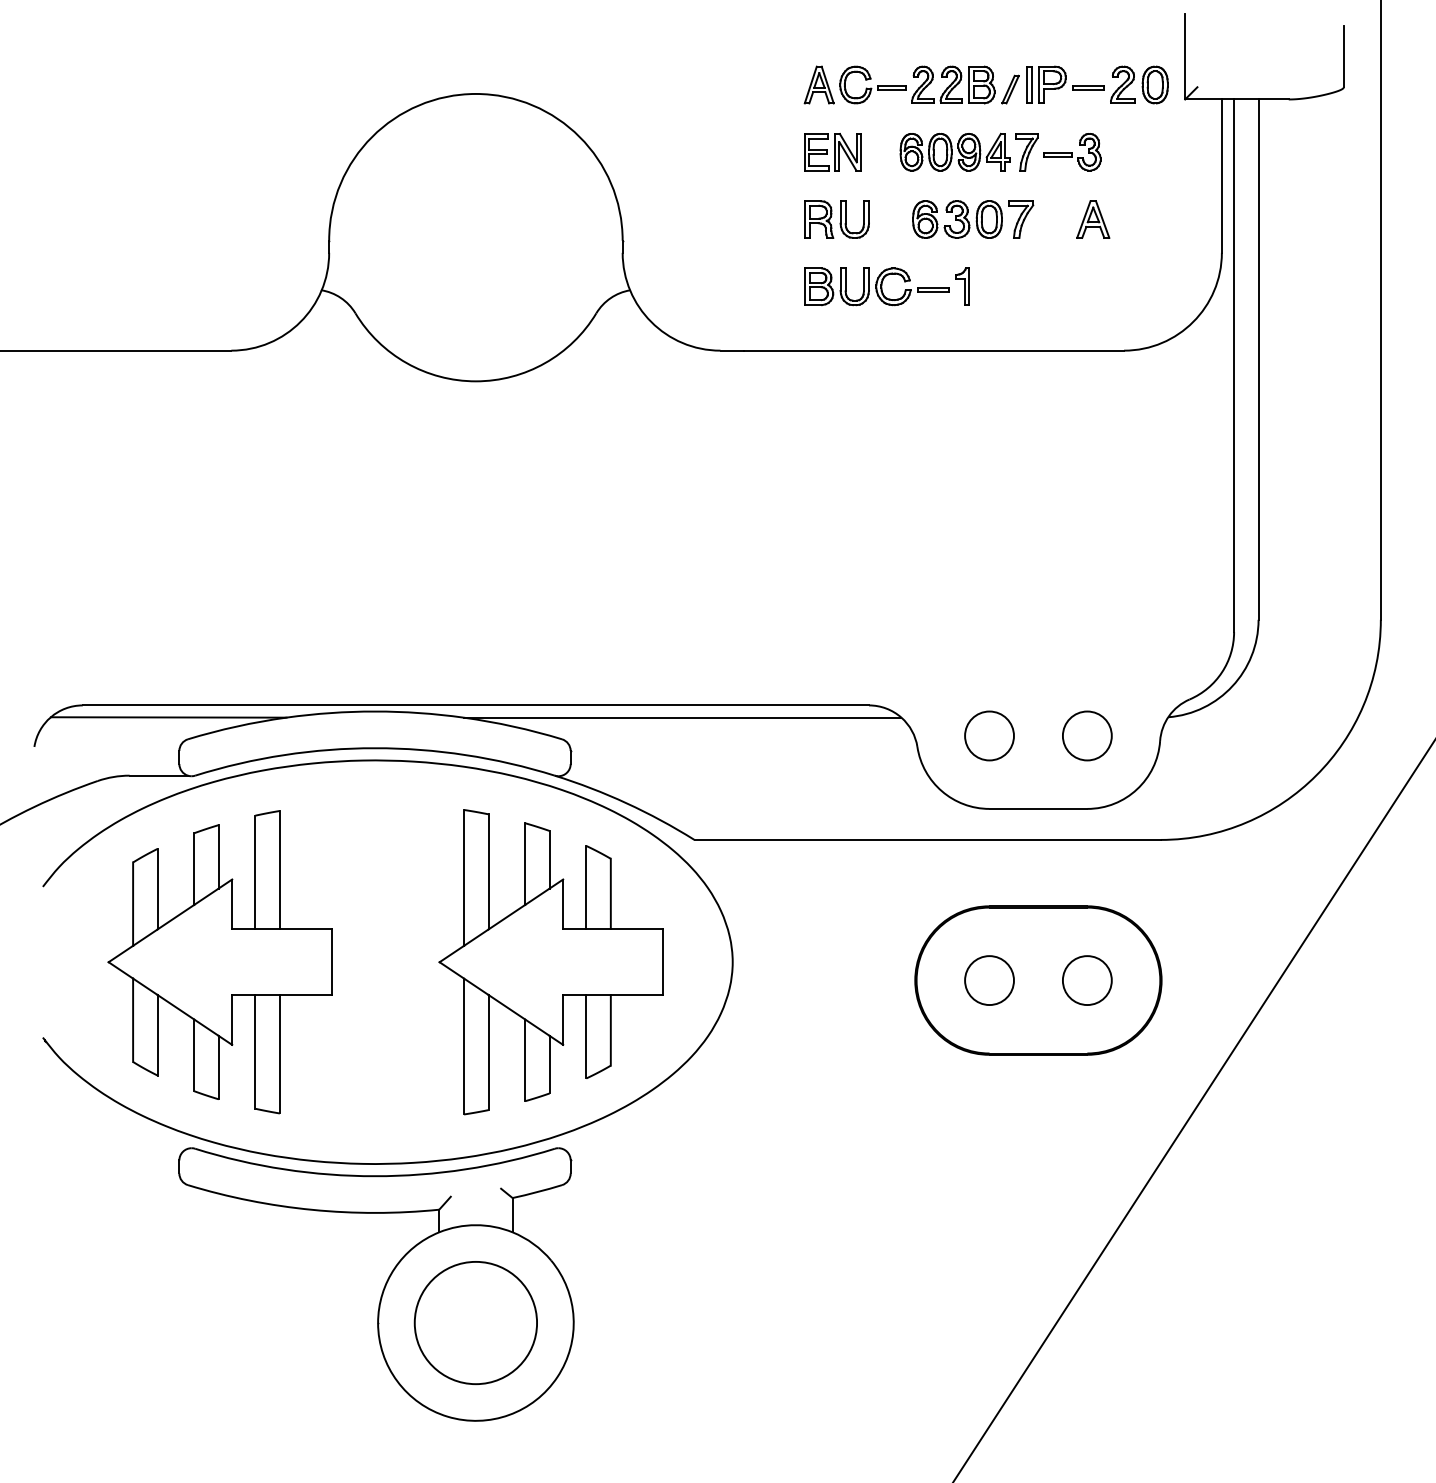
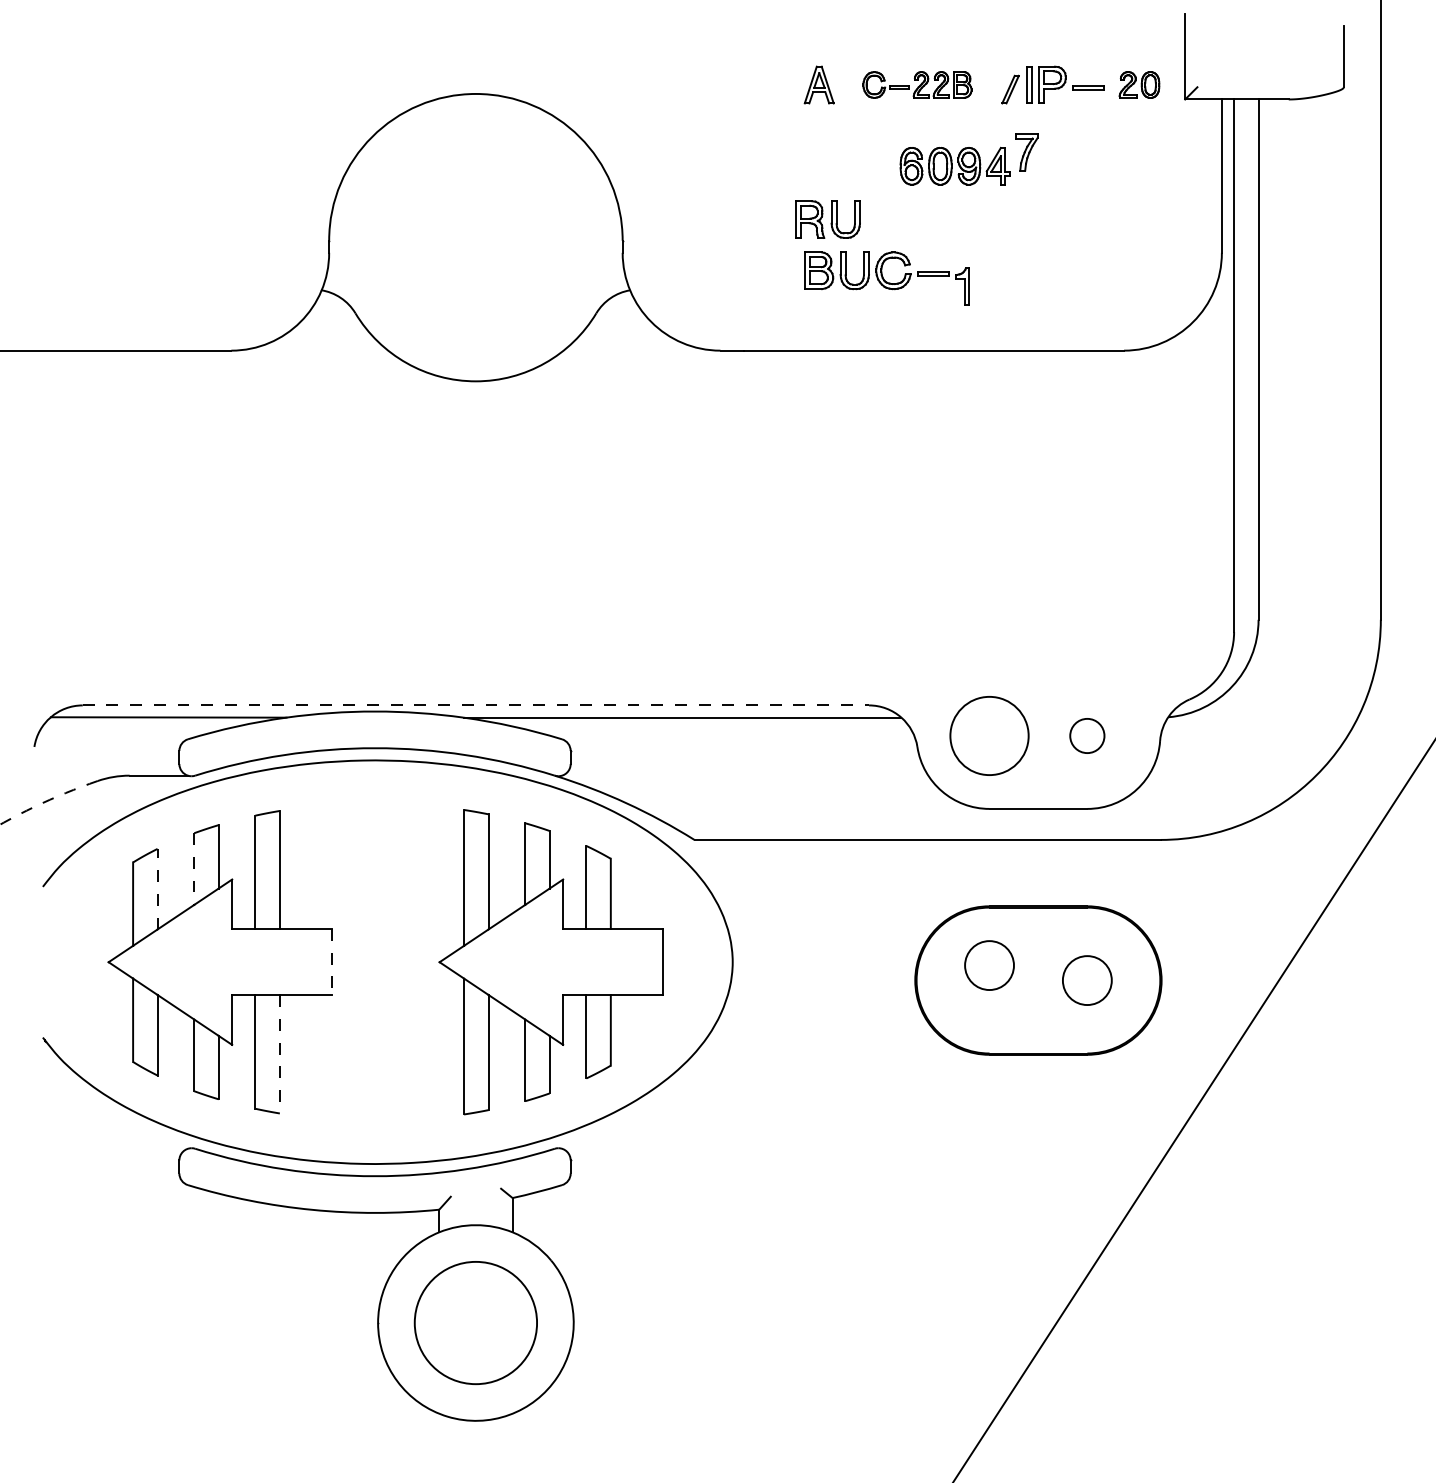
part at (917, 84) size: 157x40 px -> 111x28 px
part at (1139, 84) size: 59x40 px -> 43x28 px
part at (954, 151) position: (954, 151) -> (954, 165)
part at (832, 152): present -> none
part at (1072, 152): present -> none
part at (836, 219) position: (836, 219) -> (827, 219)
part at (973, 219): present -> none
part at (1093, 219): present -> none
part at (876, 286) position: (876, 286) -> (876, 270)
line at (476, 705): solid -> dashed
circle at (989, 735) diameter: 49 px -> 78 px
circle at (1086, 735) diameter: 49 px -> 34 px
arc at (48, 800): solid -> dashed
line at (194, 869): solid -> dashed
line at (157, 888): solid -> dashed
line at (332, 962): solid -> dashed
circle at (989, 980) position: (989, 980) -> (989, 965)
line at (279, 1054): solid -> dashed
